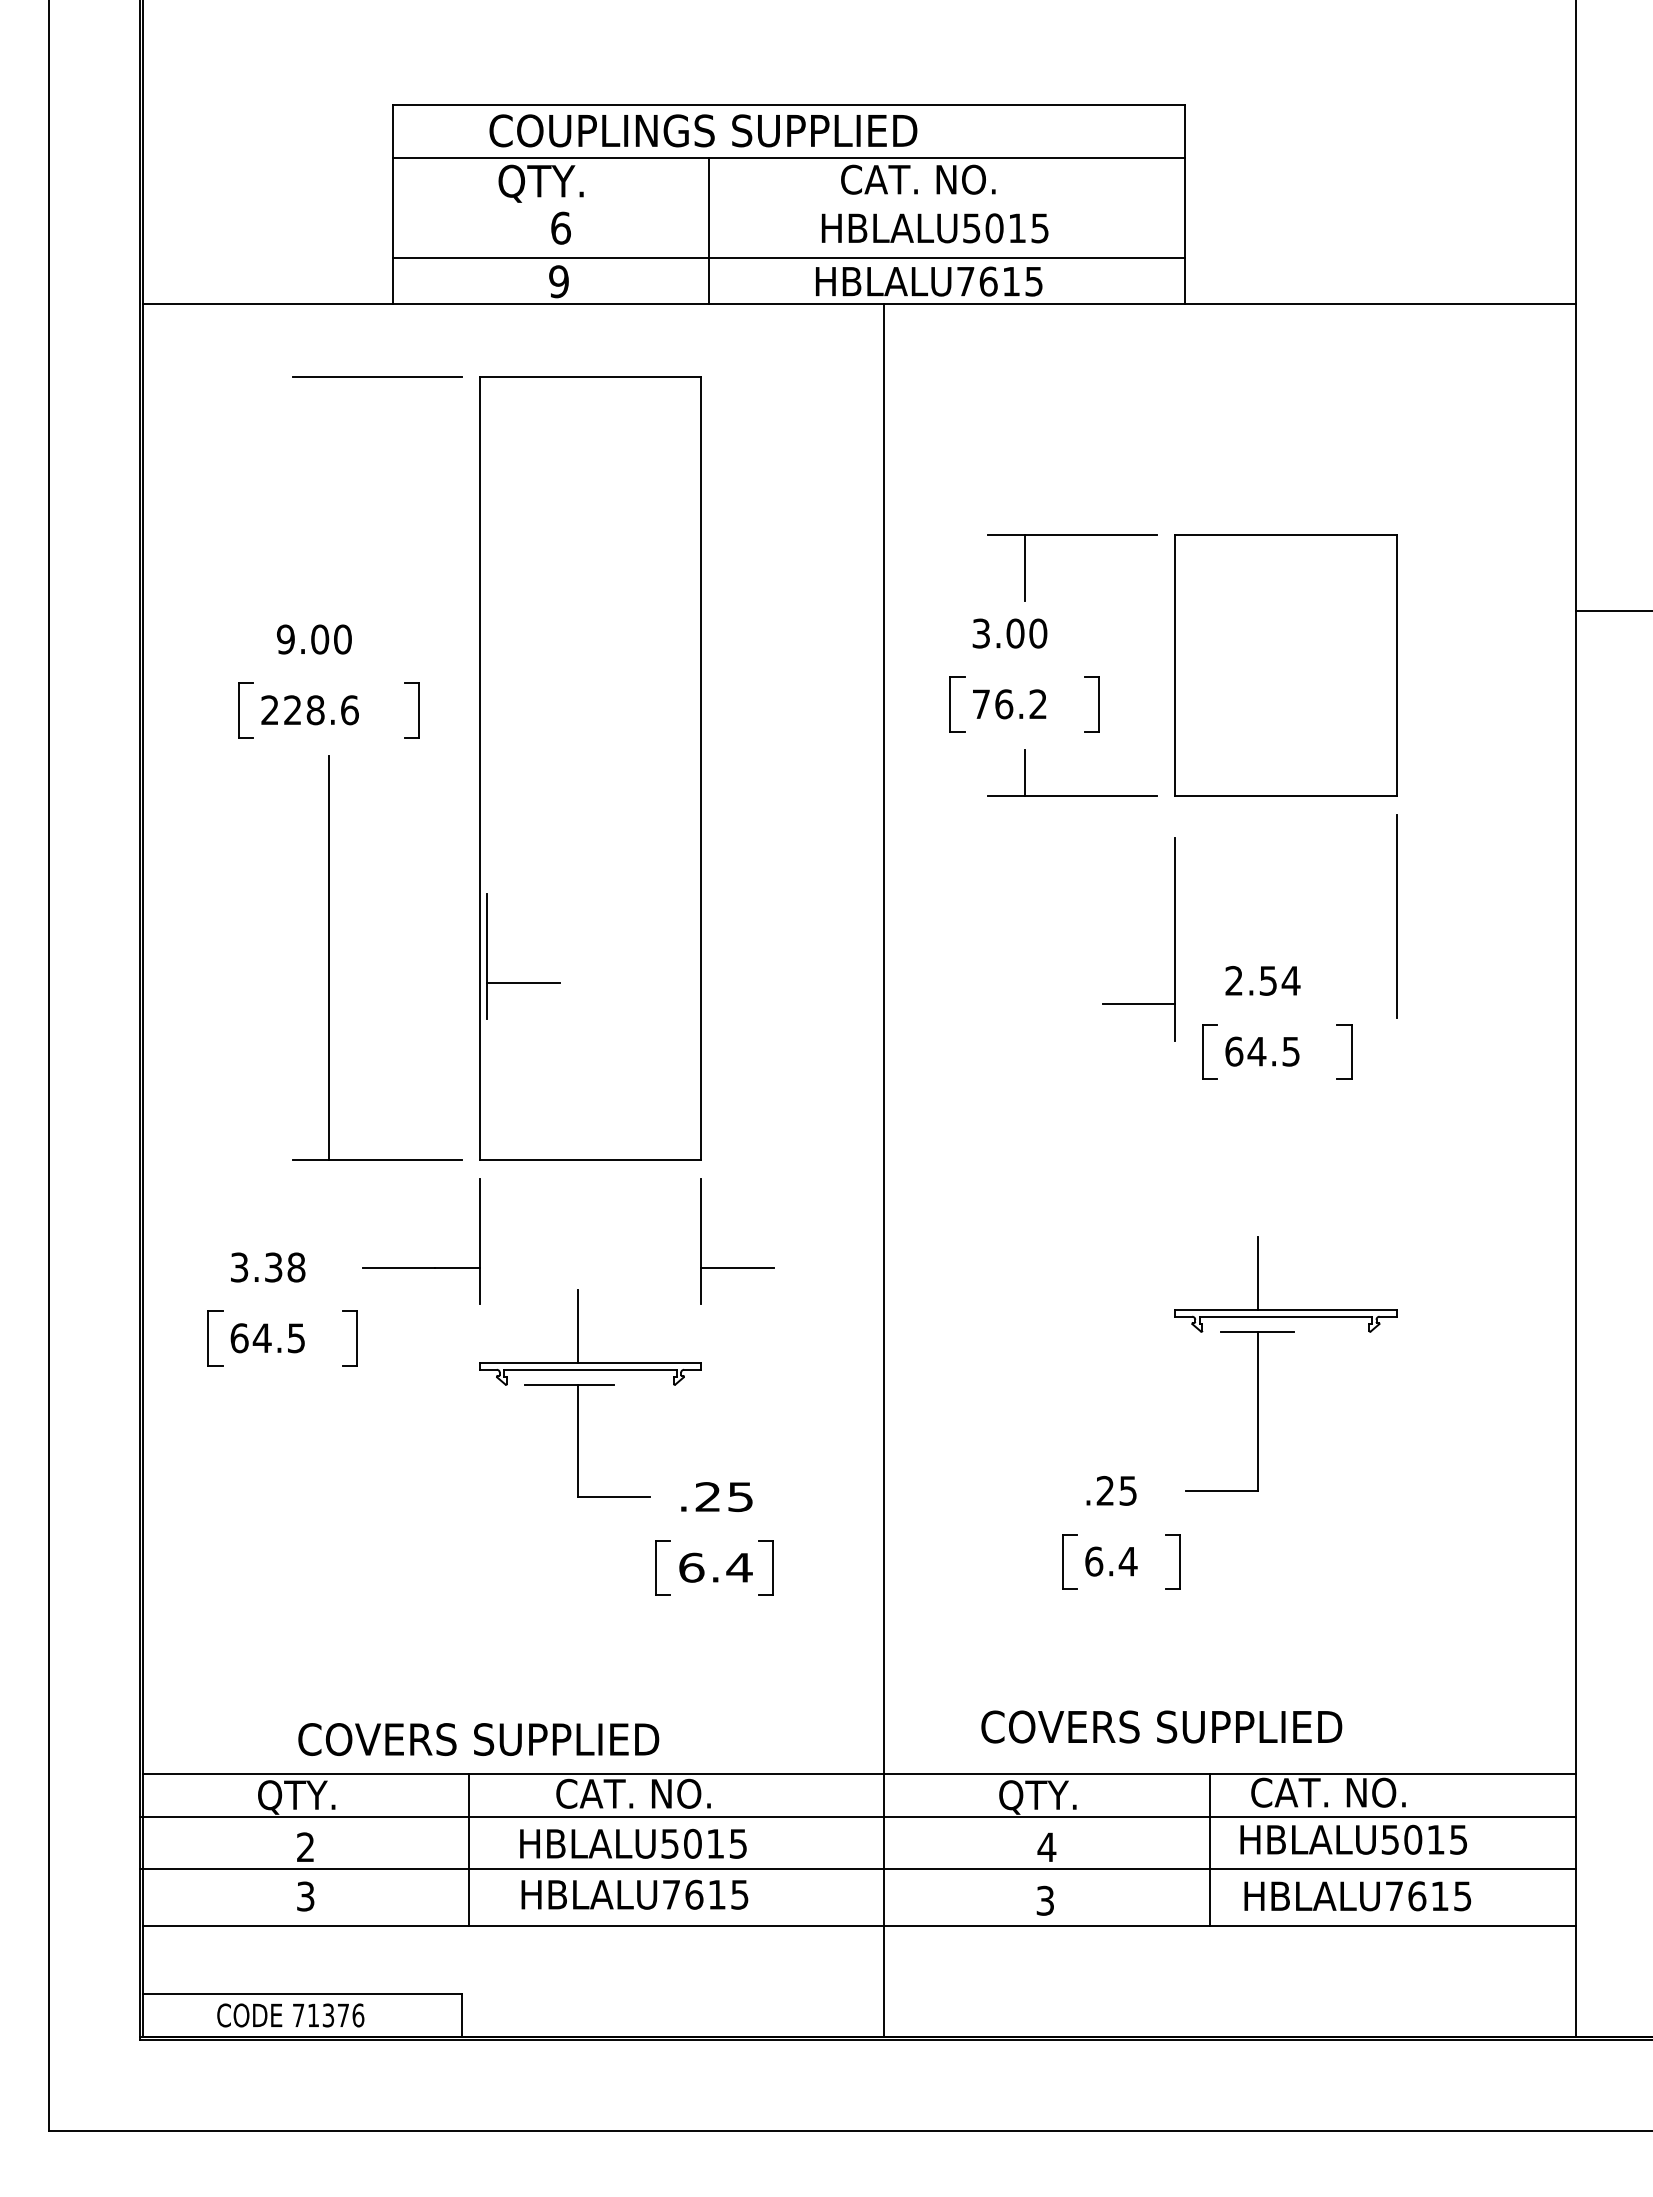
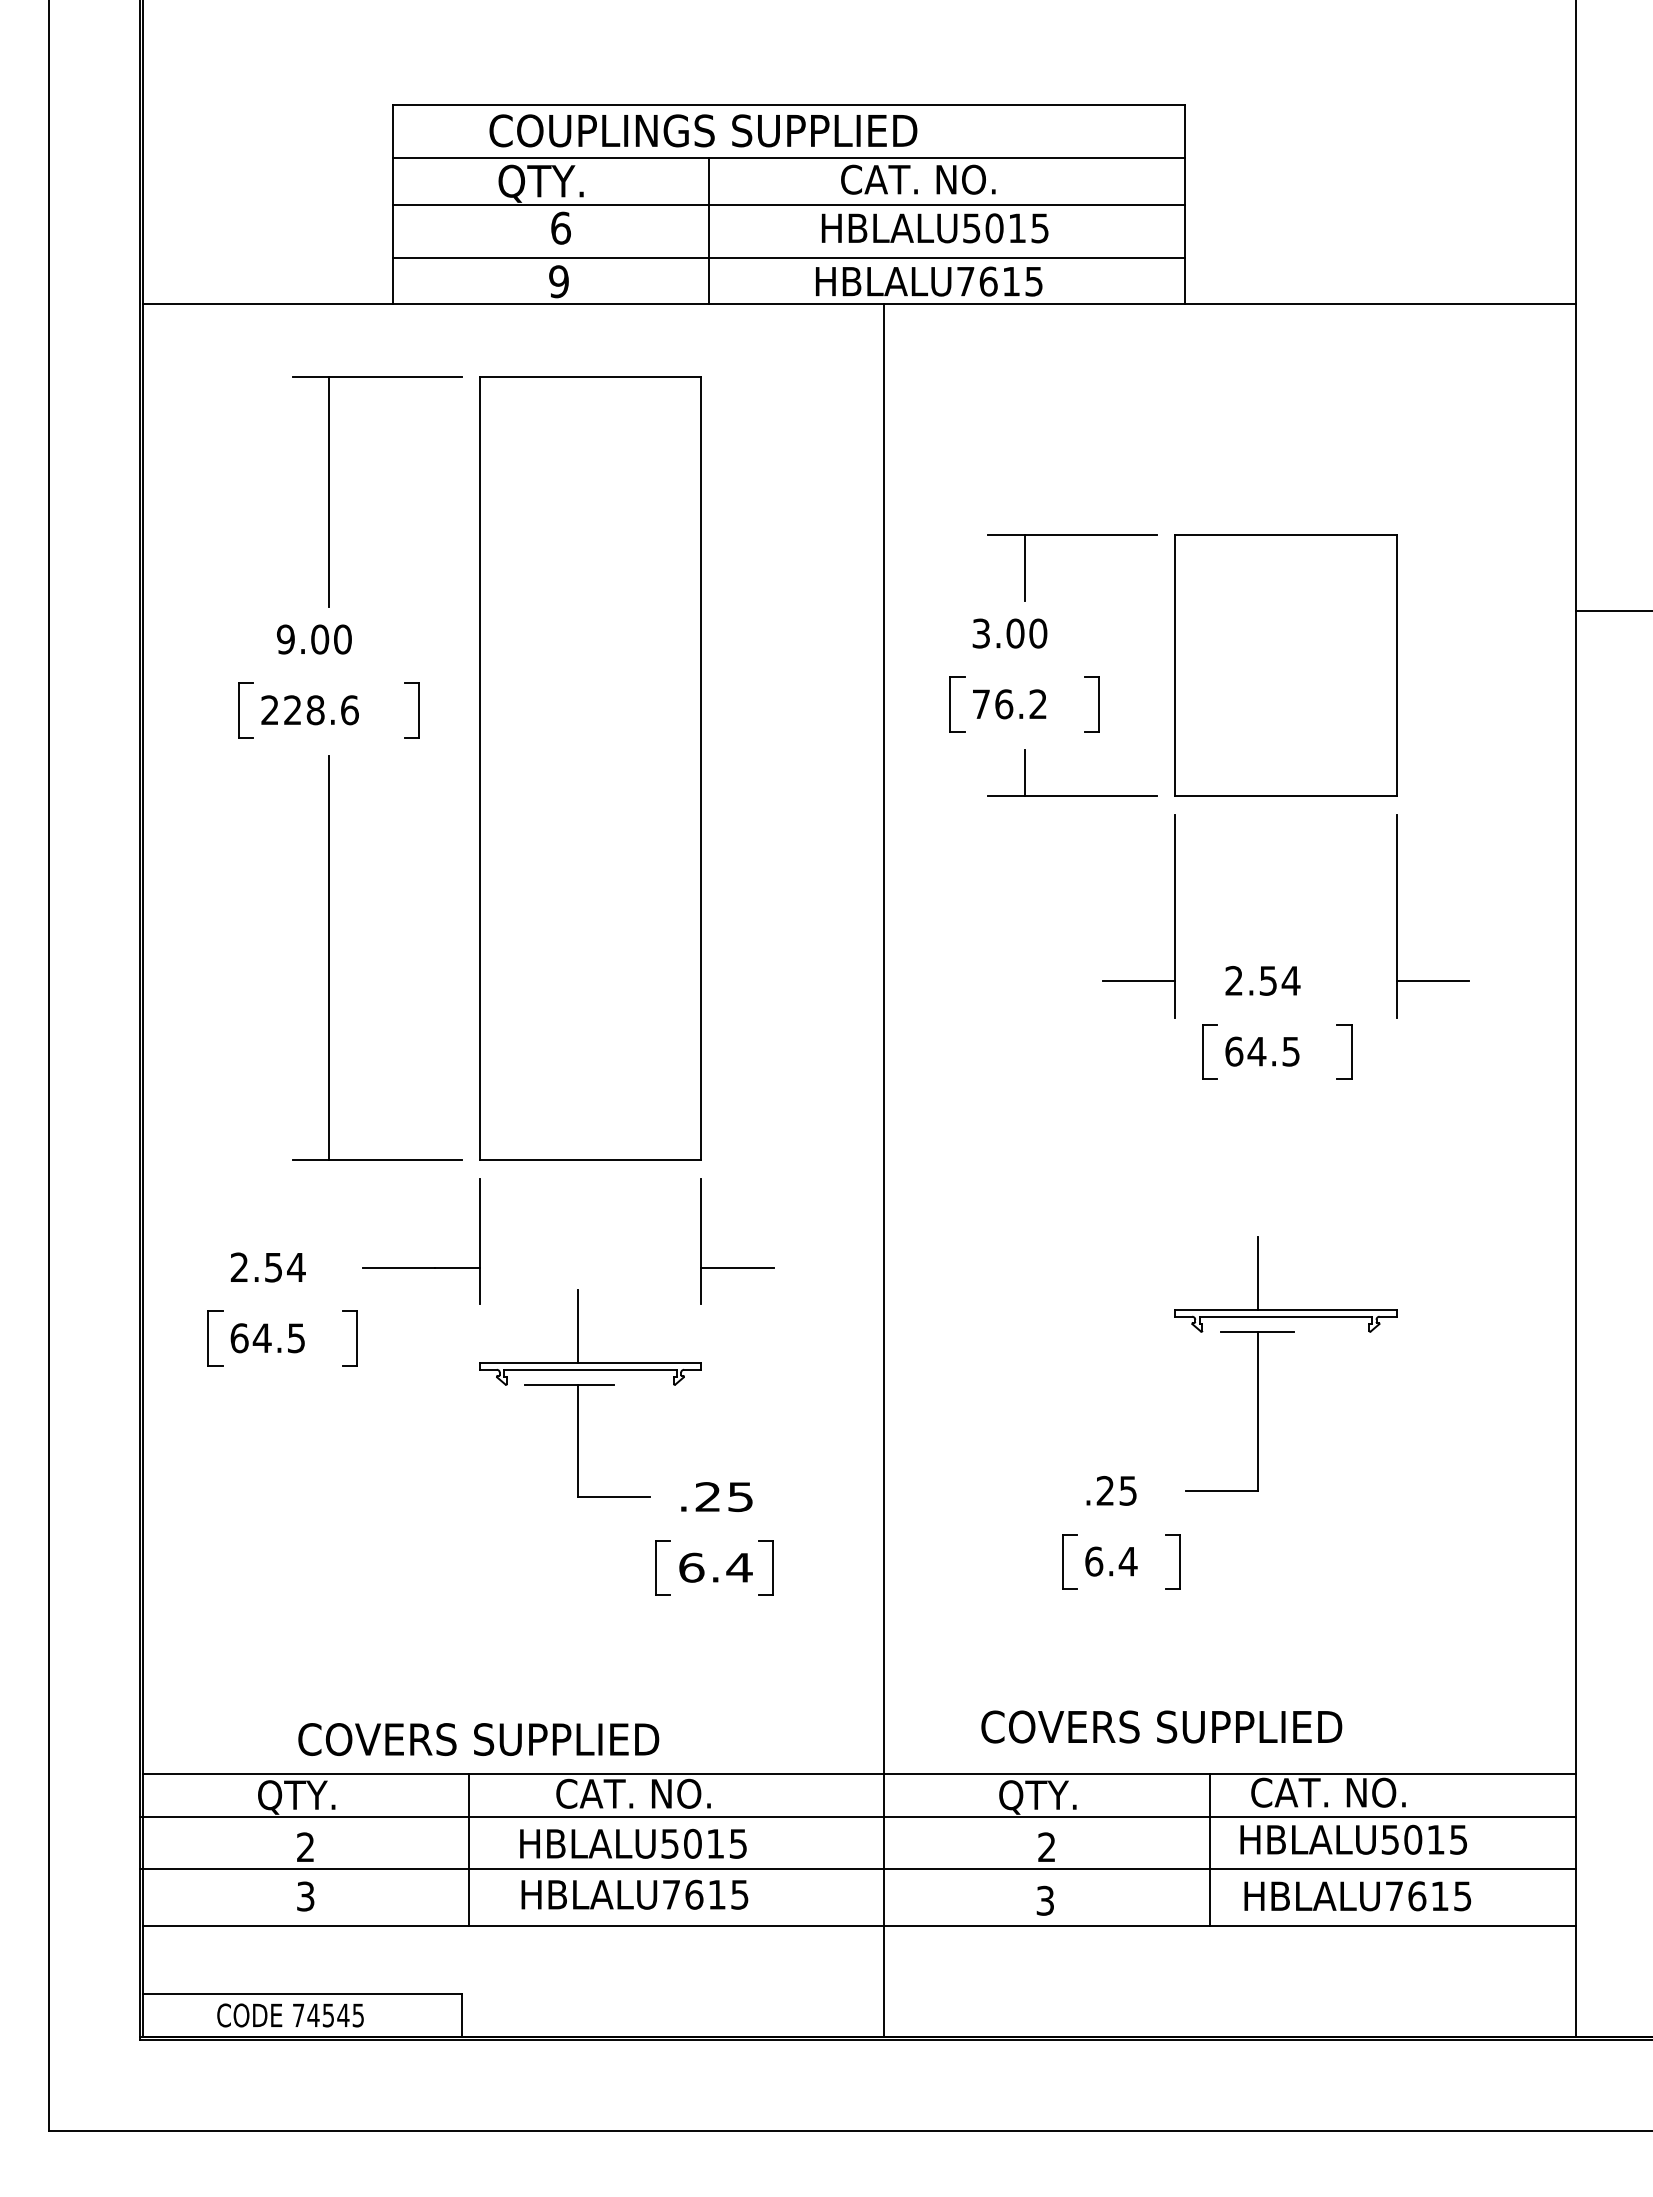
line at (789, 205): none -> present
line at (329, 491): none -> present
part at (1174, 939) position: (1174, 939) -> (1174, 916)
line at (1432, 981): none -> present
part at (523, 982): present -> none
text at (267, 1267): 3.38 -> 2.54
text at (1046, 1846): 4 -> 2
text at (335, 2015): 71376 -> 74545
